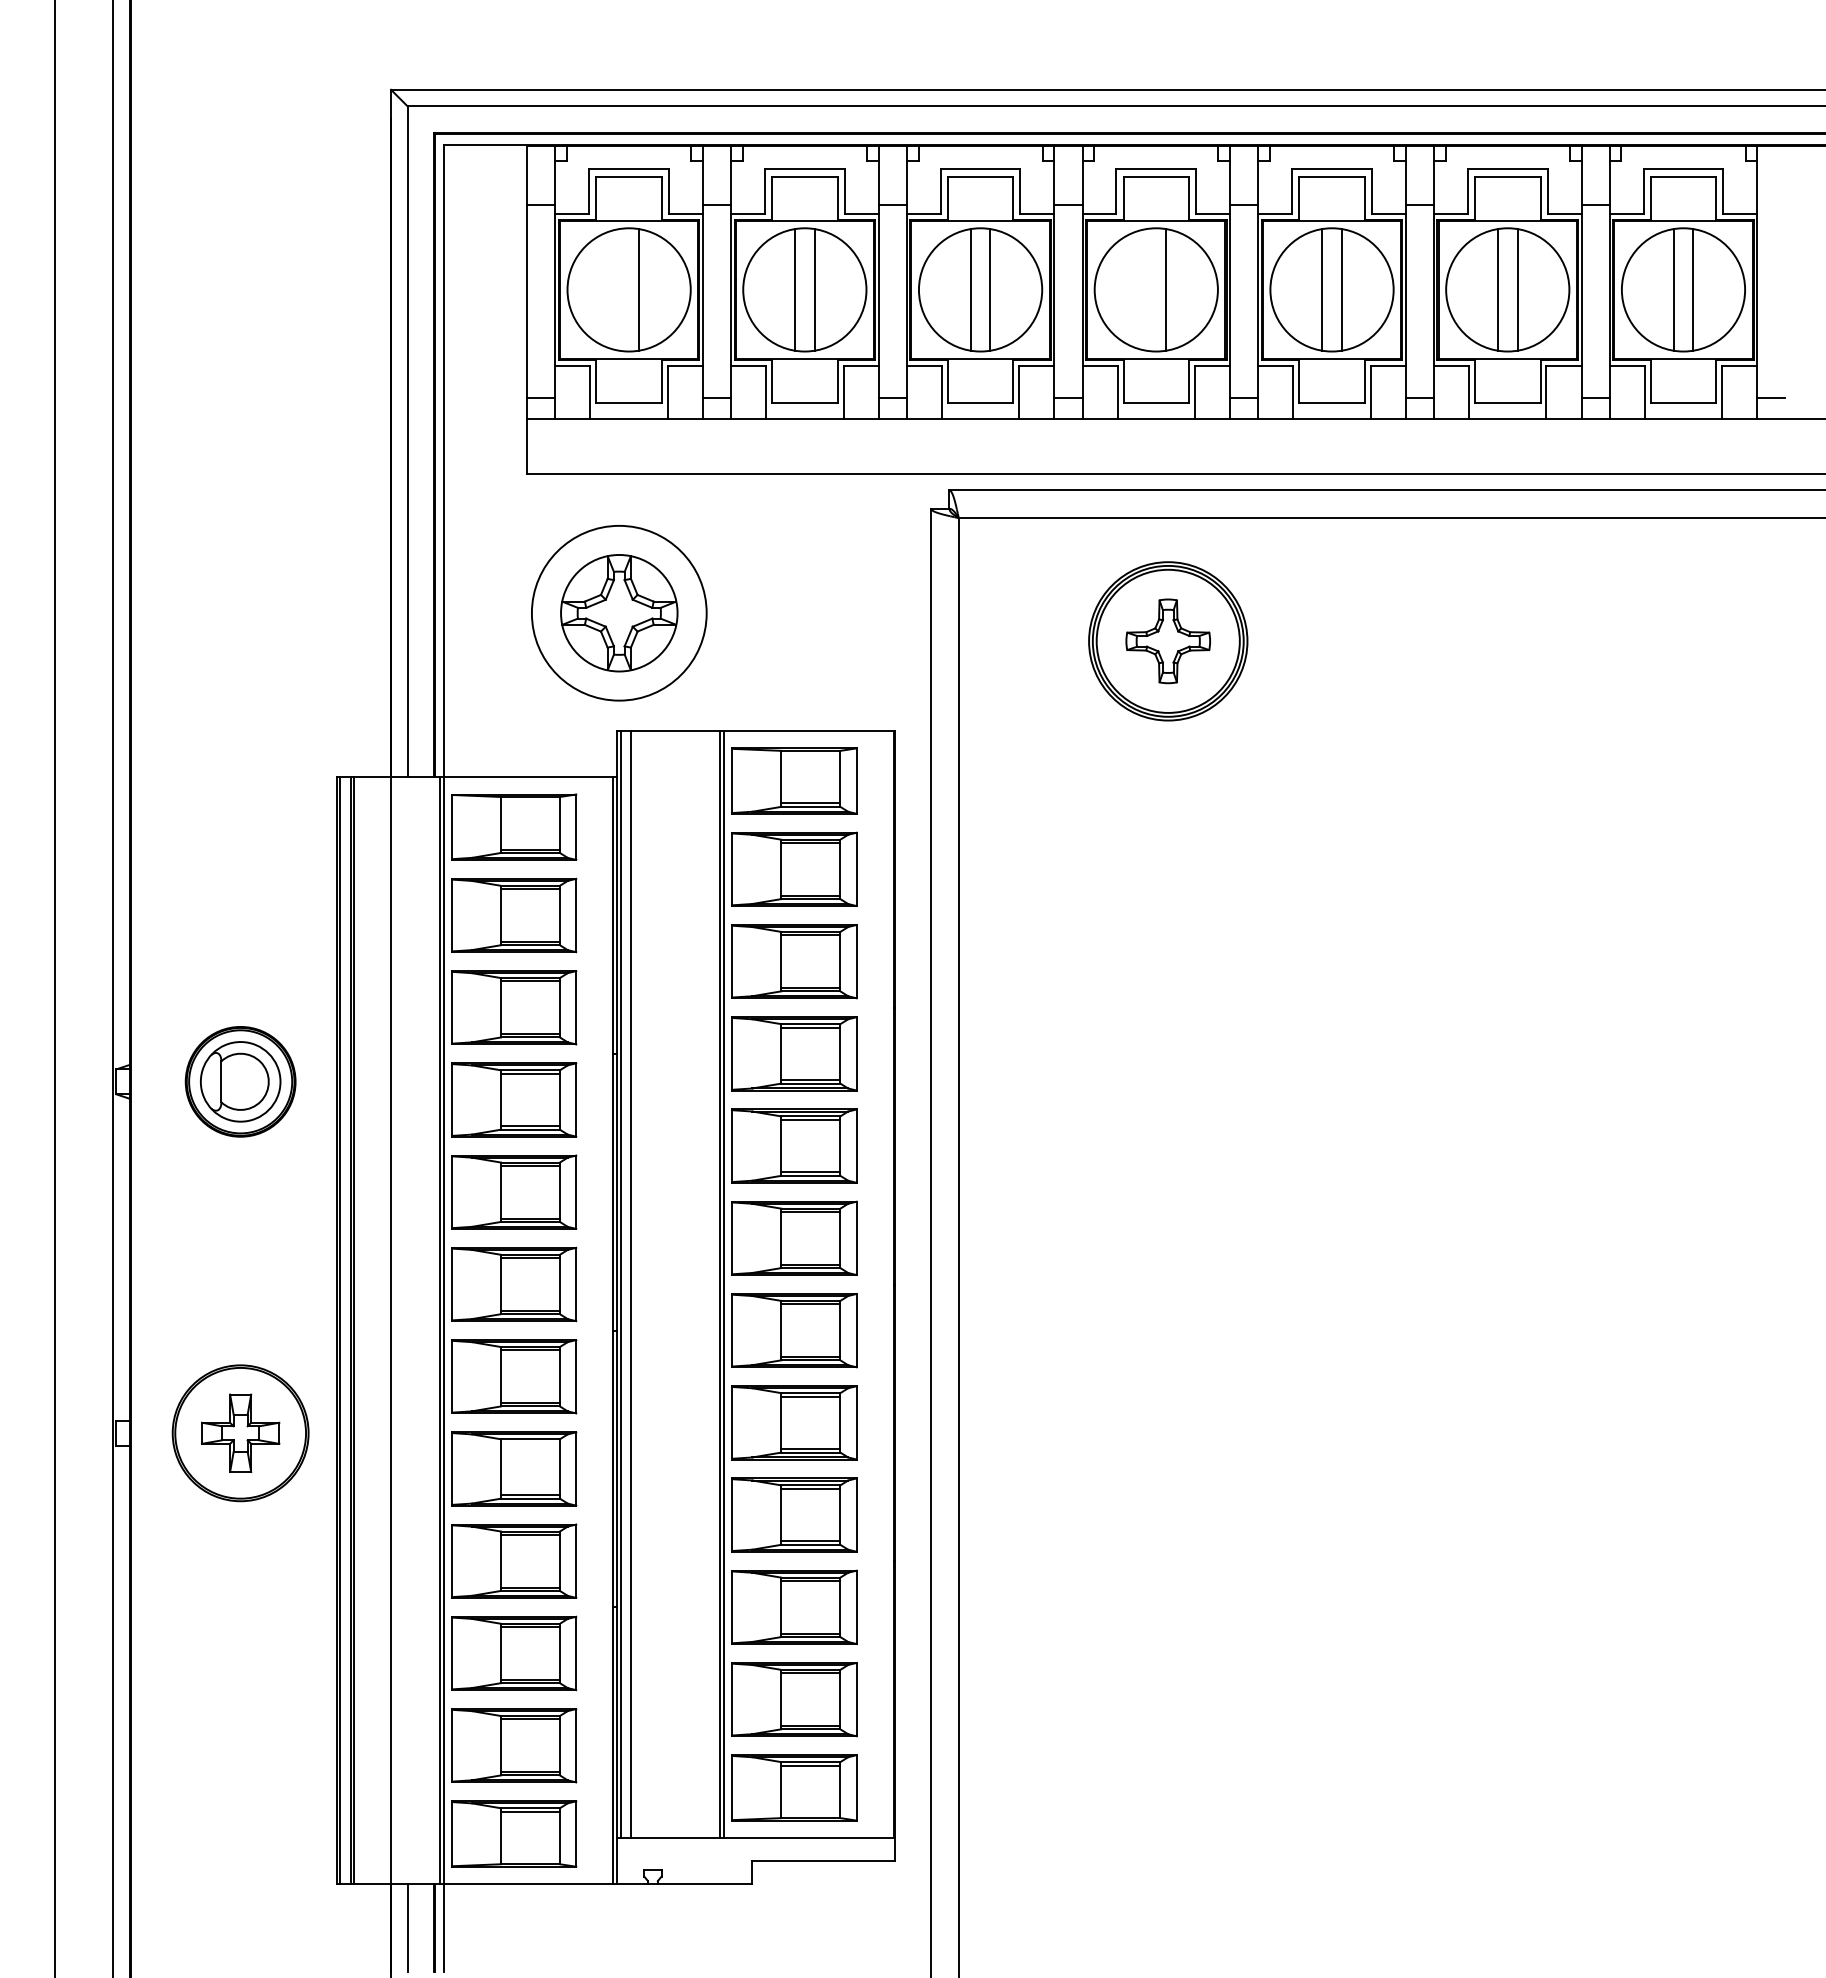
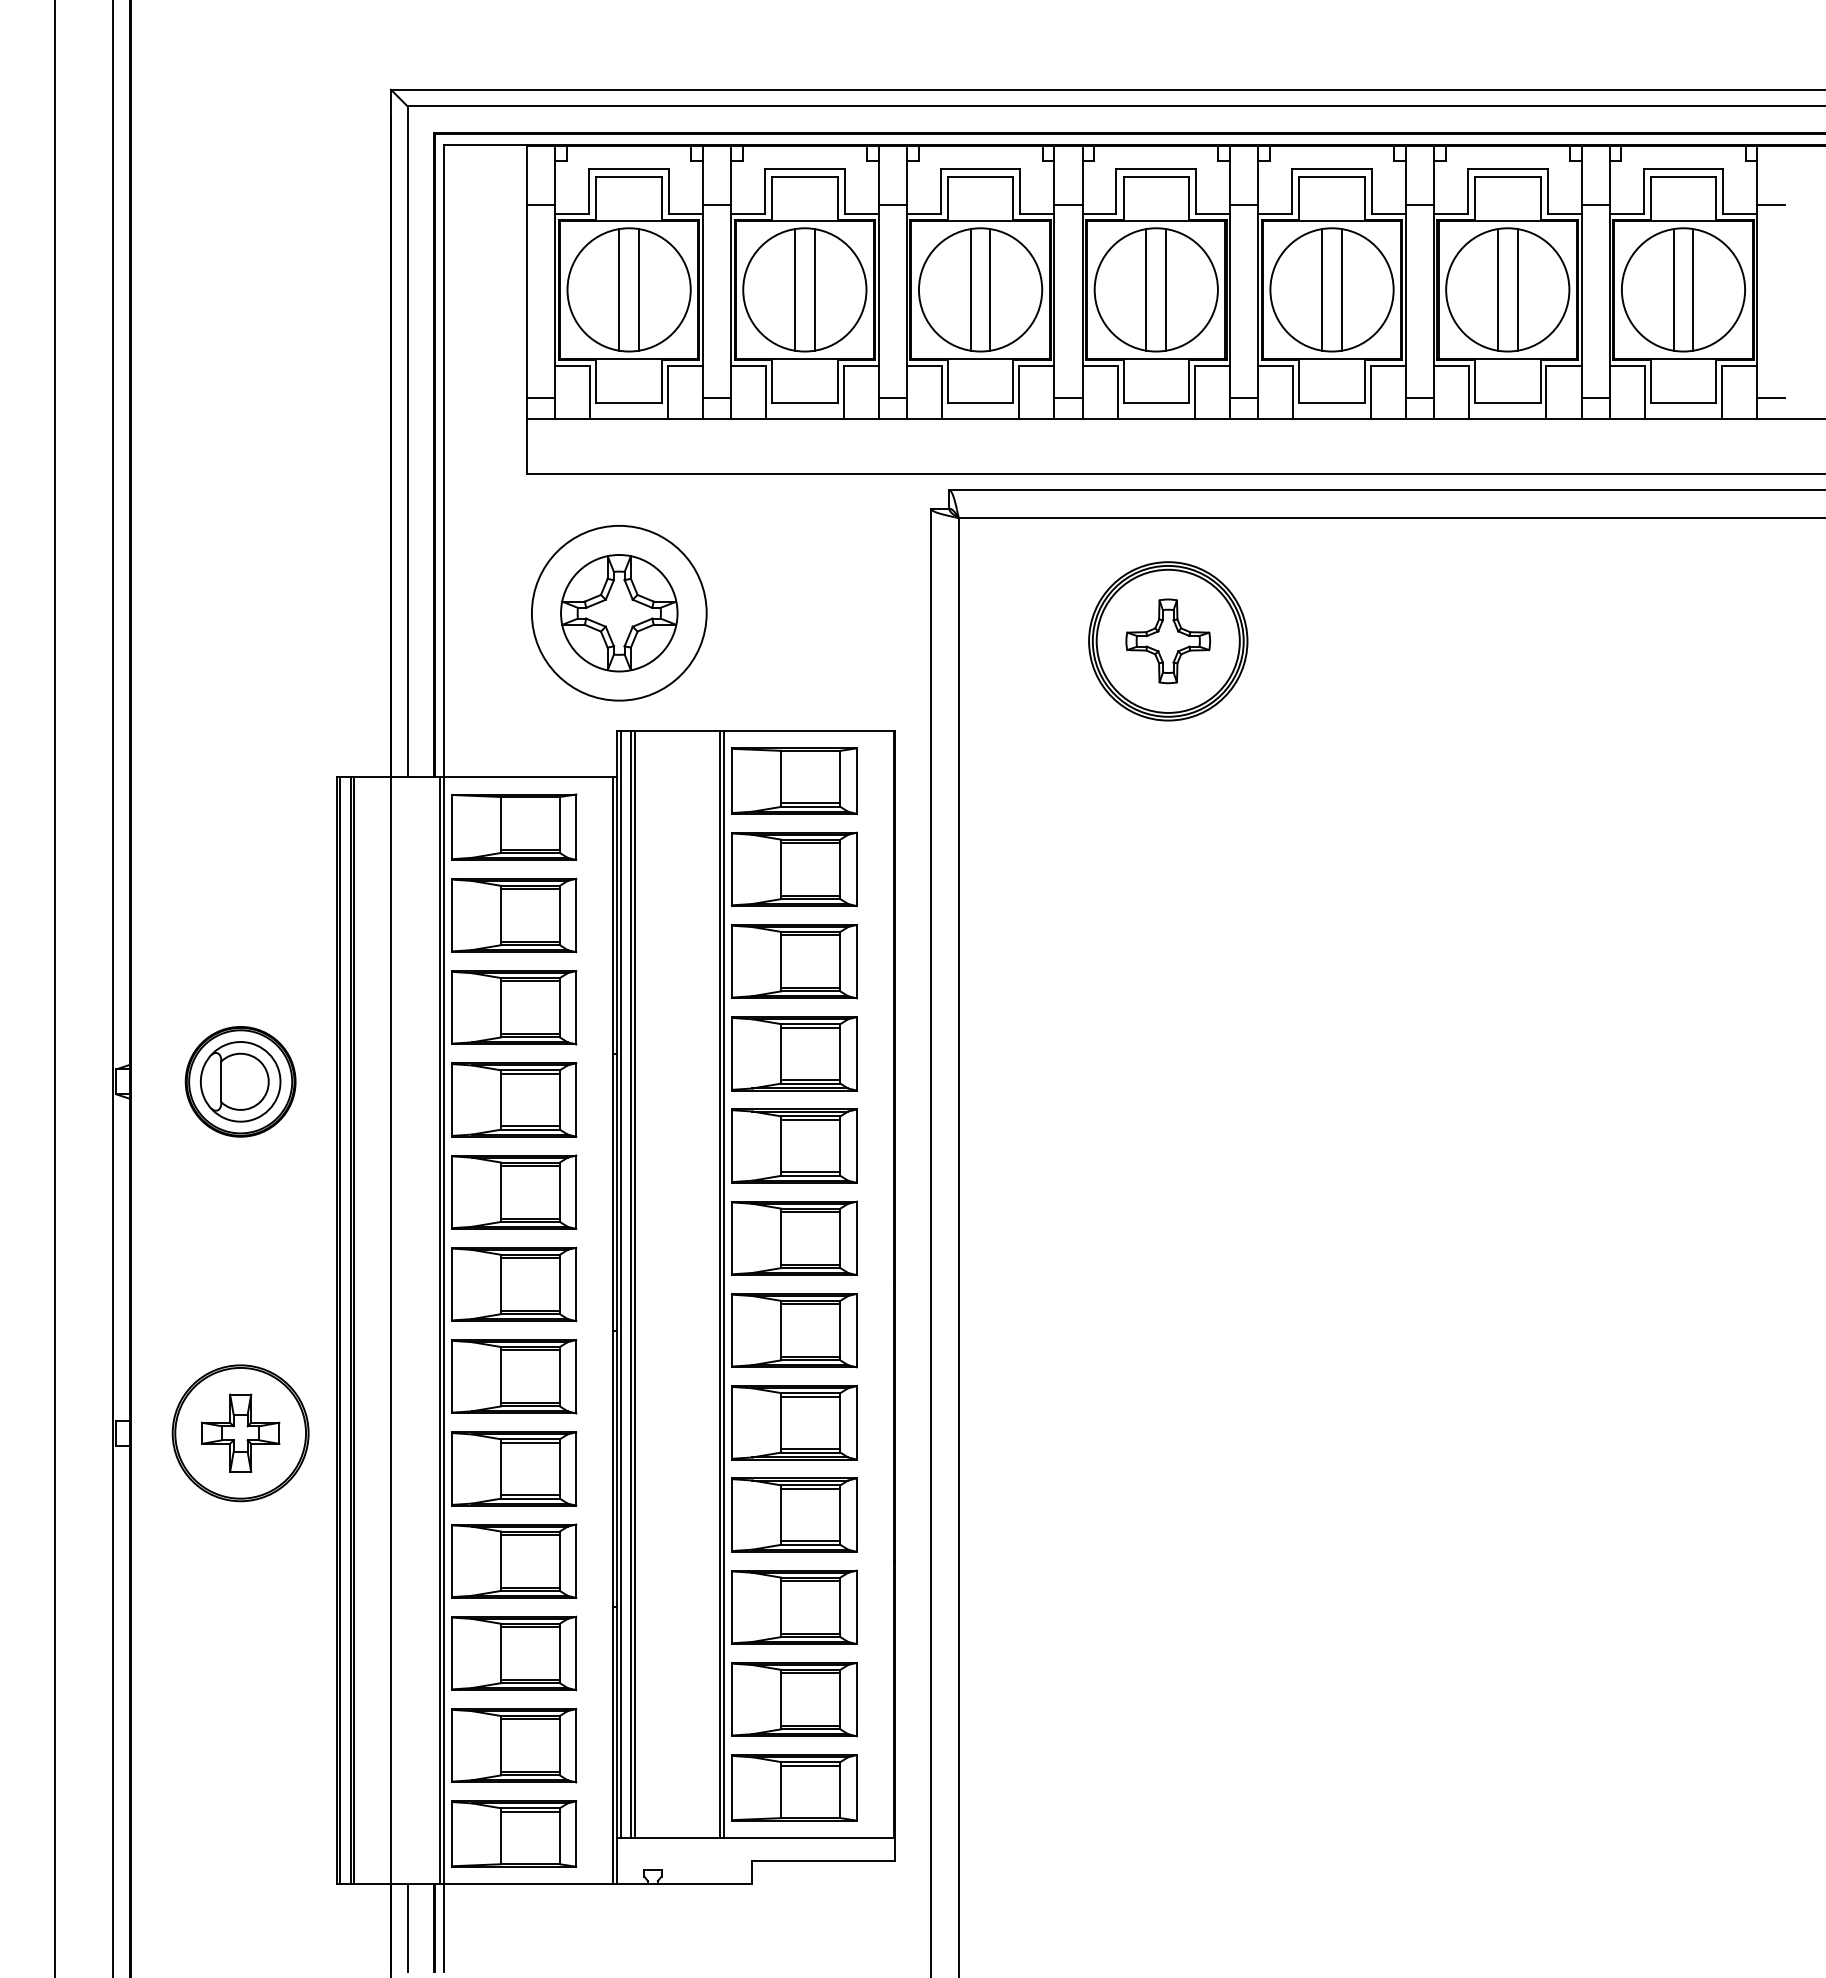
line at (1771, 204): none -> present
line at (619, 289): none -> present
line at (1146, 289): none -> present
line at (634, 1284): none -> present
line at (529, 1442): none -> present
